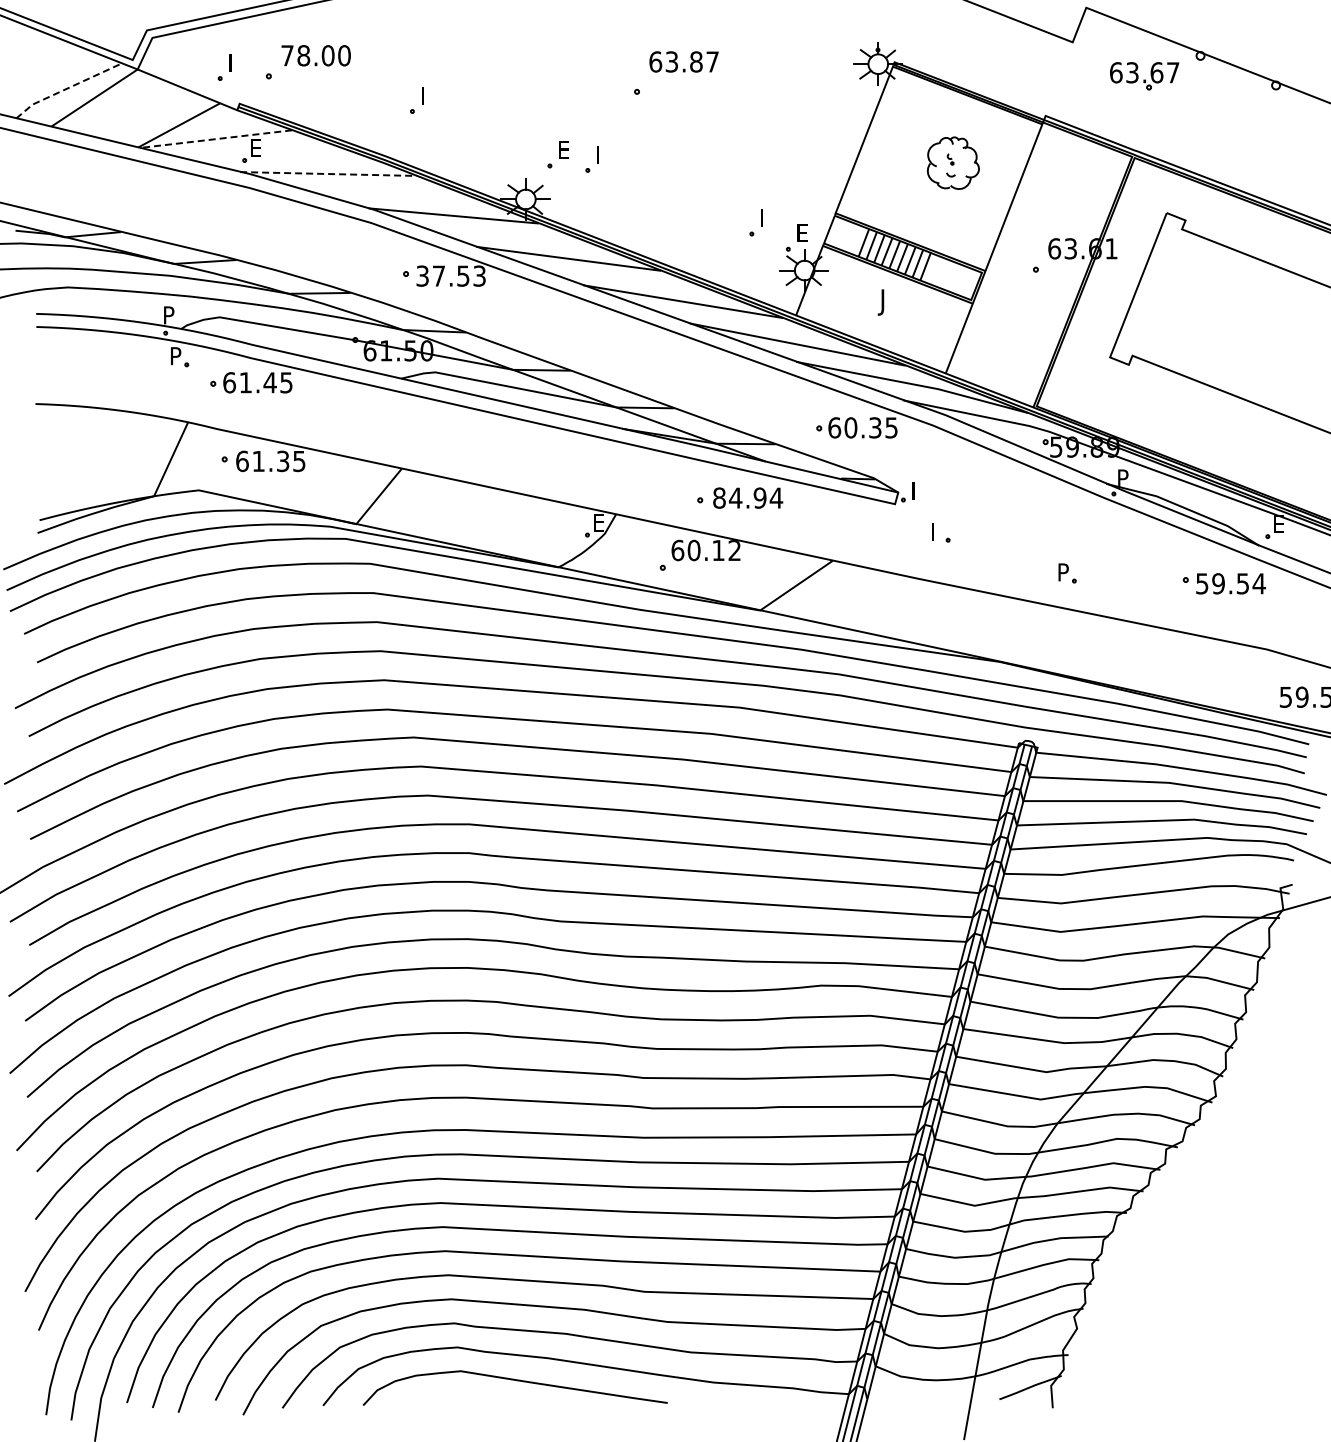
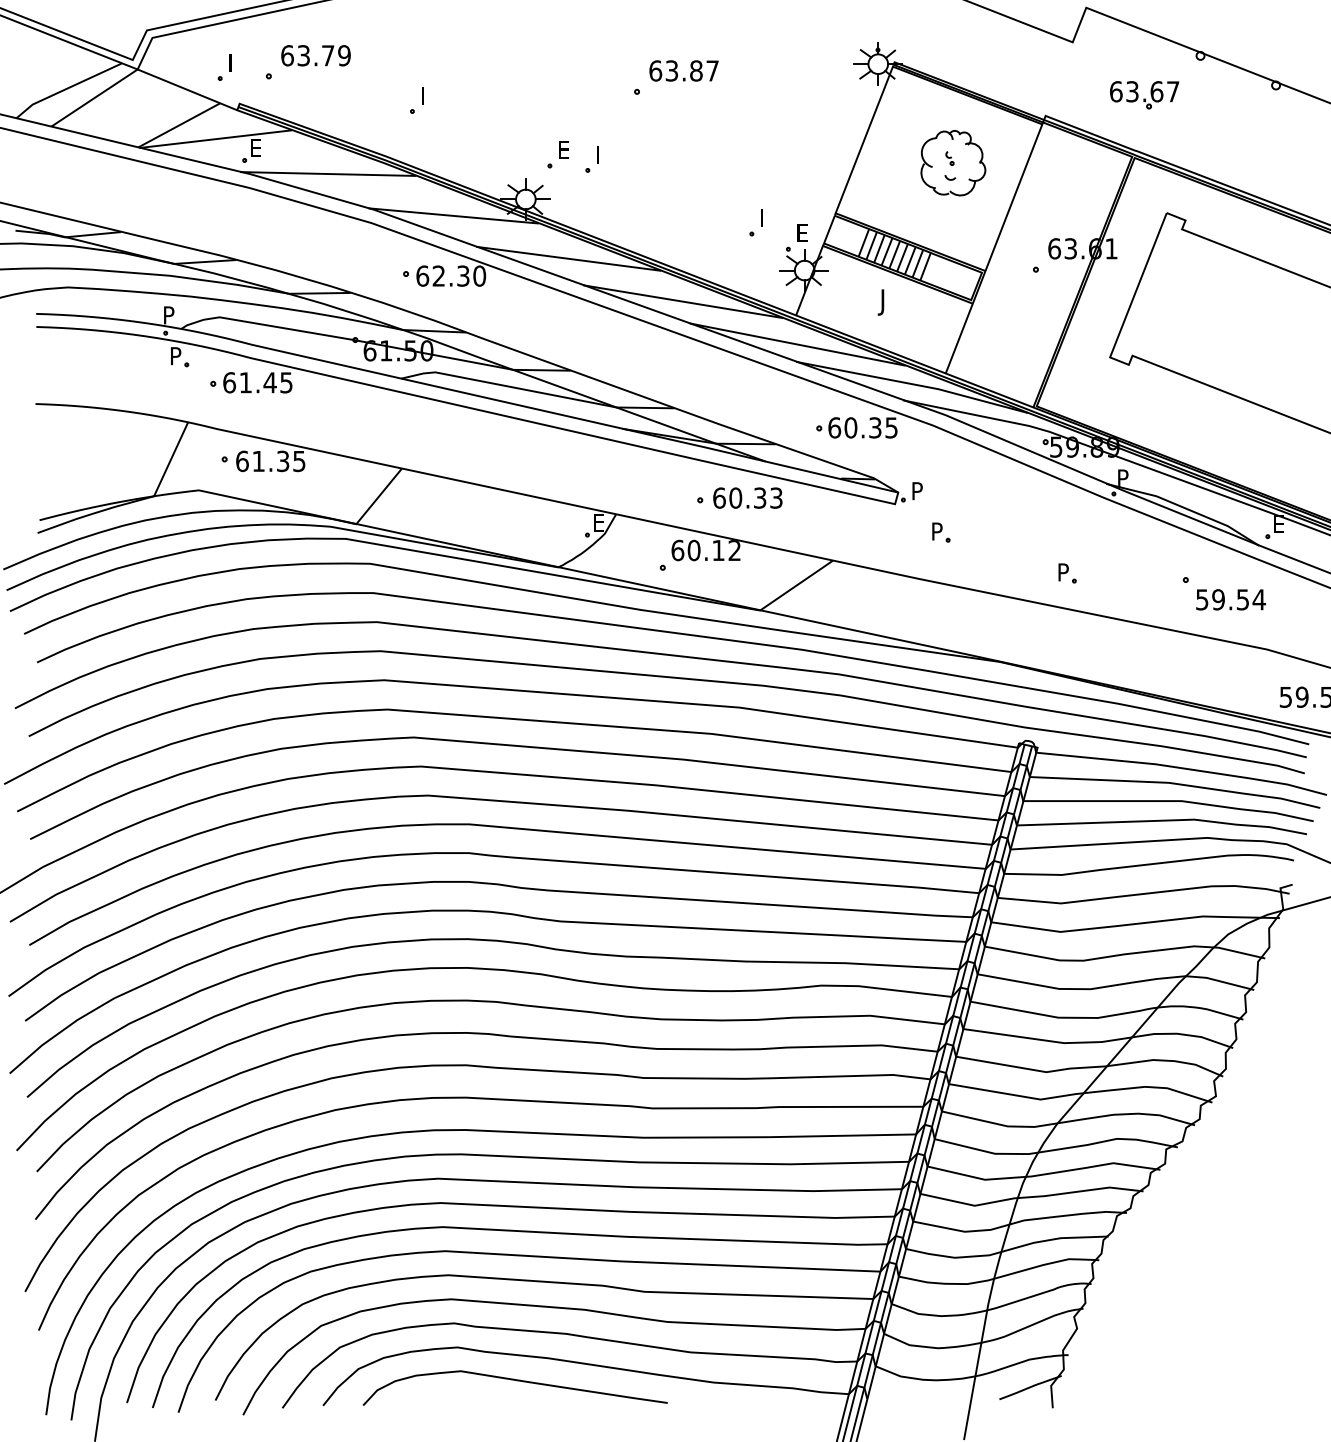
text at (315, 55): 78.00 -> 63.79
text at (683, 61) position: (683, 61) -> (683, 70)
part at (1144, 76) position: (1144, 76) -> (1144, 95)
line at (67, 88): dashed -> solid
line at (215, 139): dashed -> solid
part at (952, 162) size: 54x54 px -> 67x67 px
line at (328, 174): dashed -> solid
text at (451, 275): 37.53 -> 62.30
text at (917, 491): I -> P
text at (748, 497): 84.94 -> 60.33
text at (937, 531): I -> P
text at (1230, 583) position: (1230, 583) -> (1230, 599)
